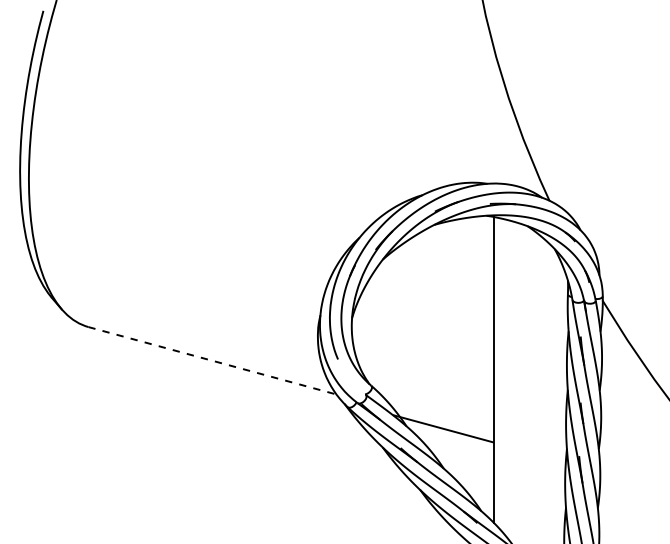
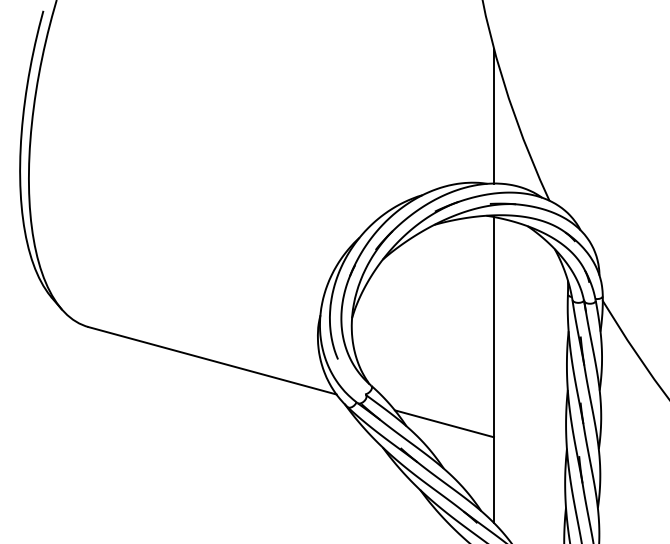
line at (493, 115): none -> present
line at (212, 360): dashed -> solid
line at (442, 428) position: (442, 428) -> (443, 423)
